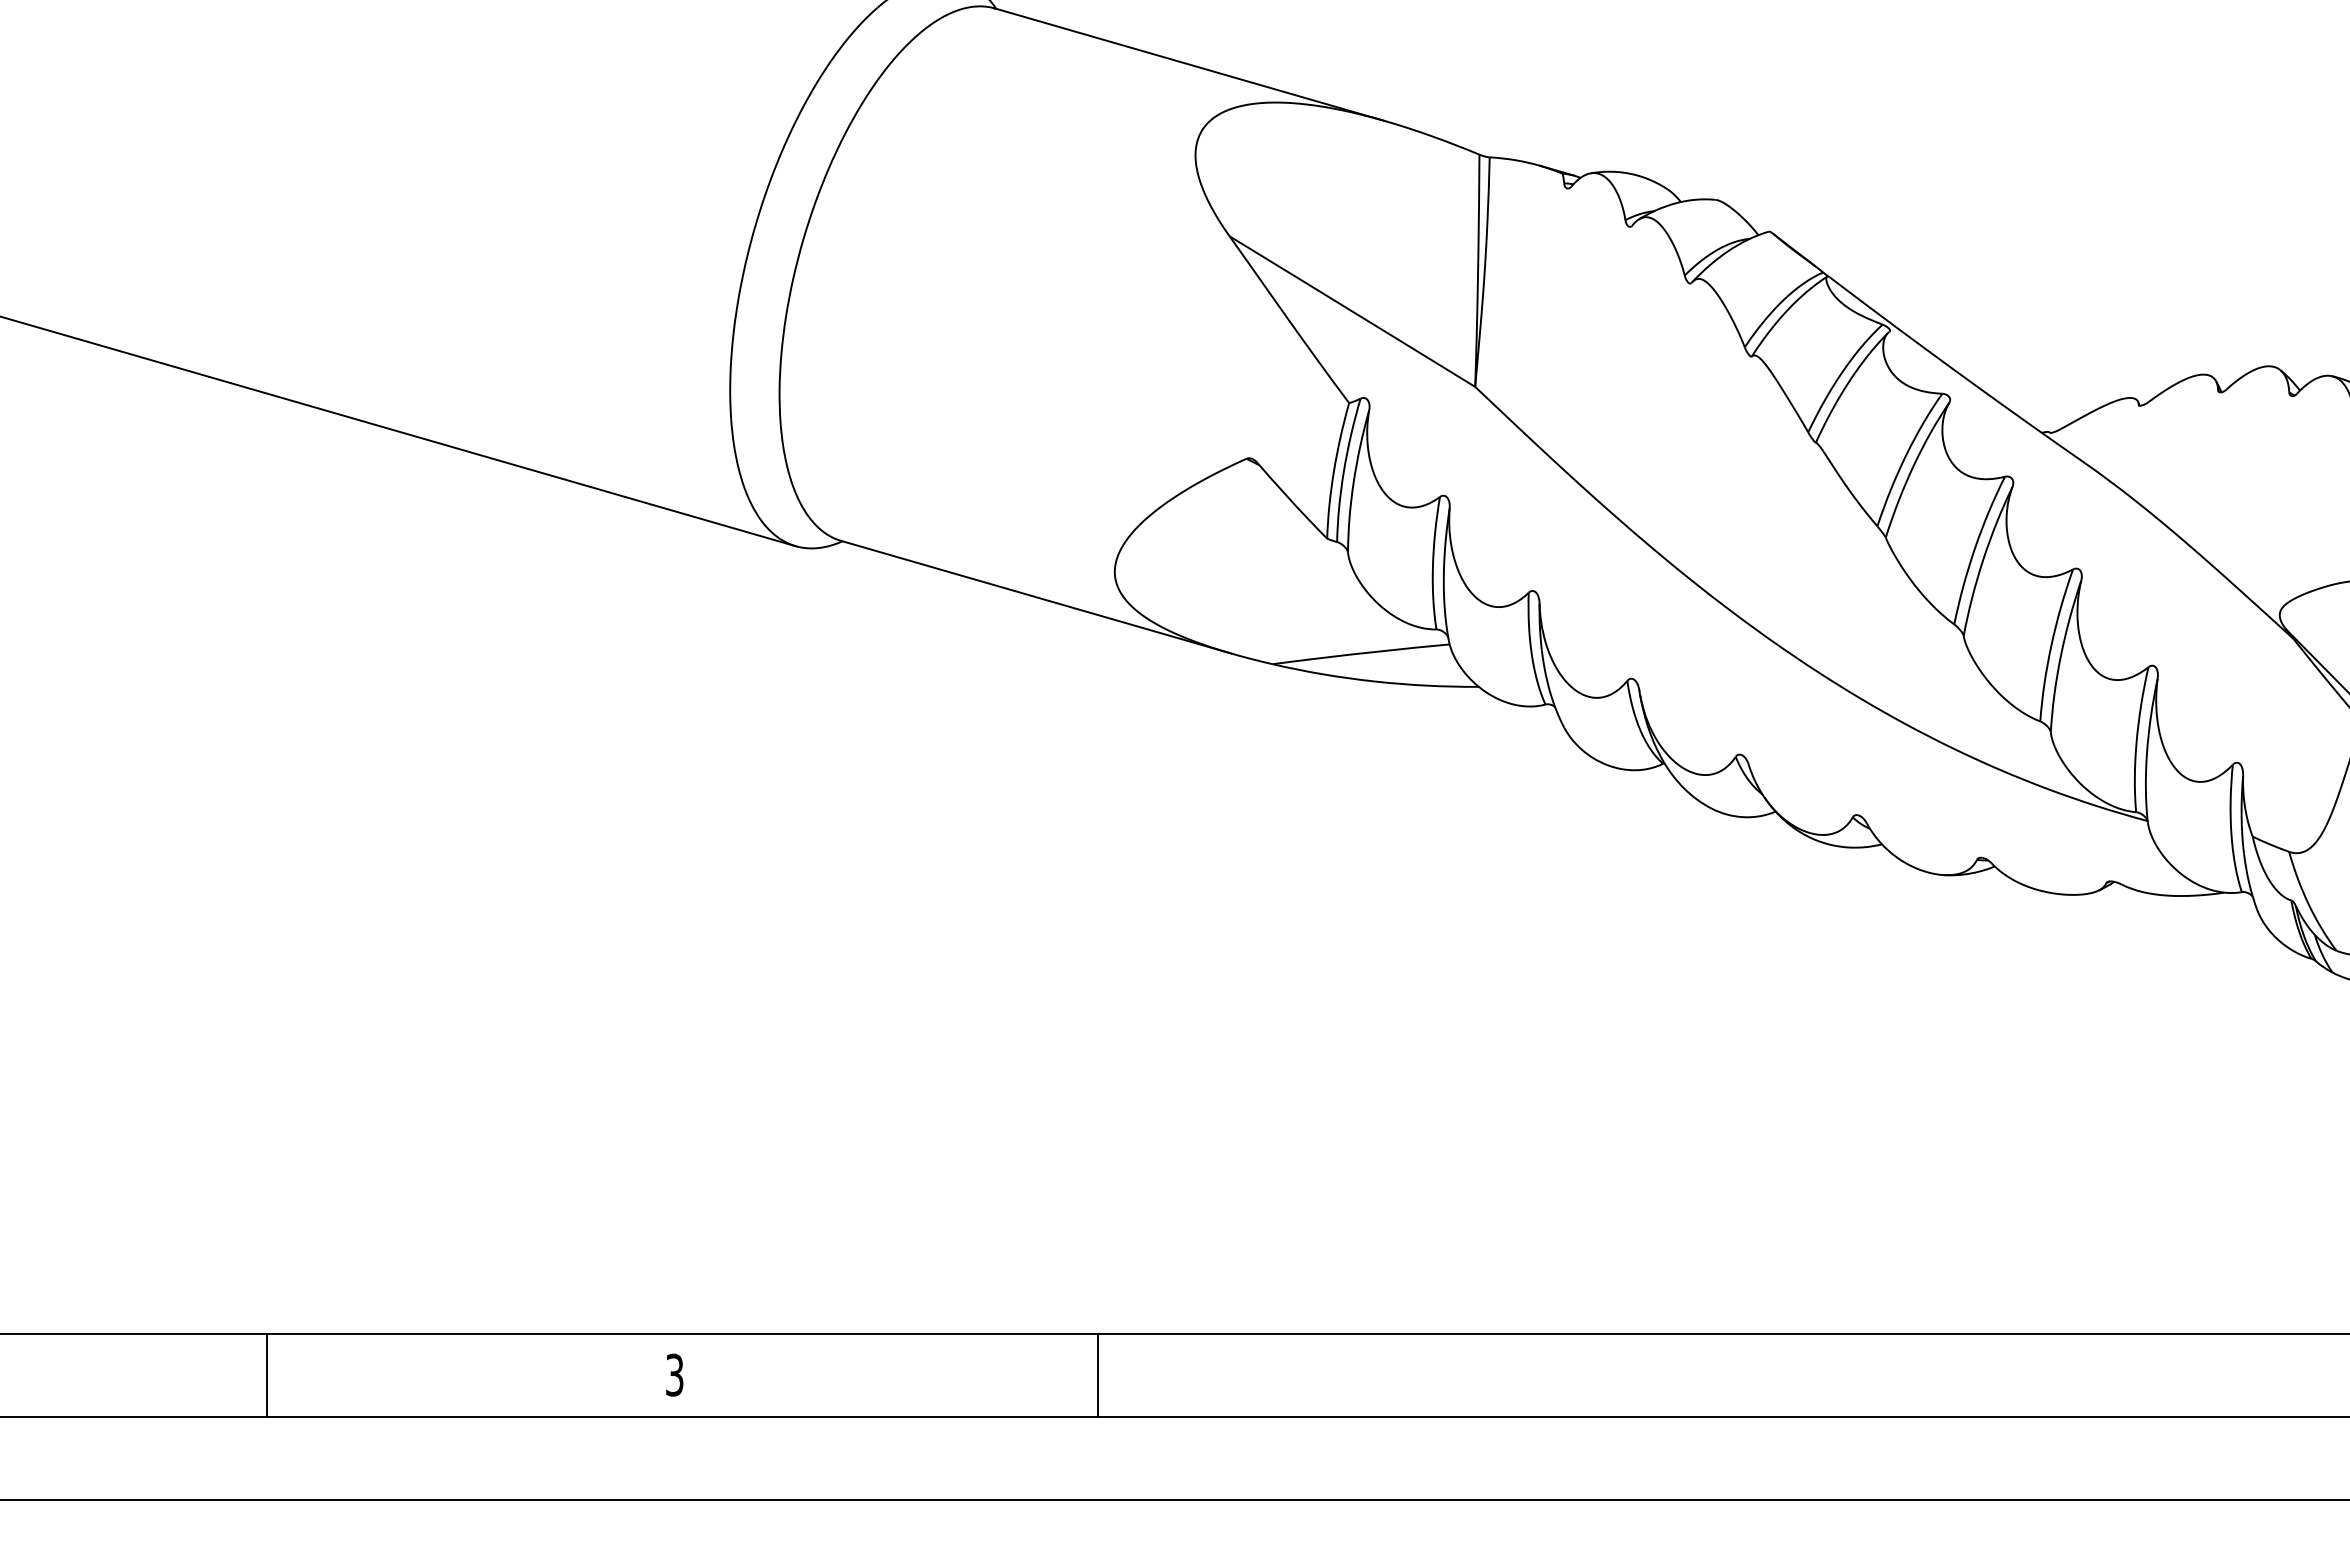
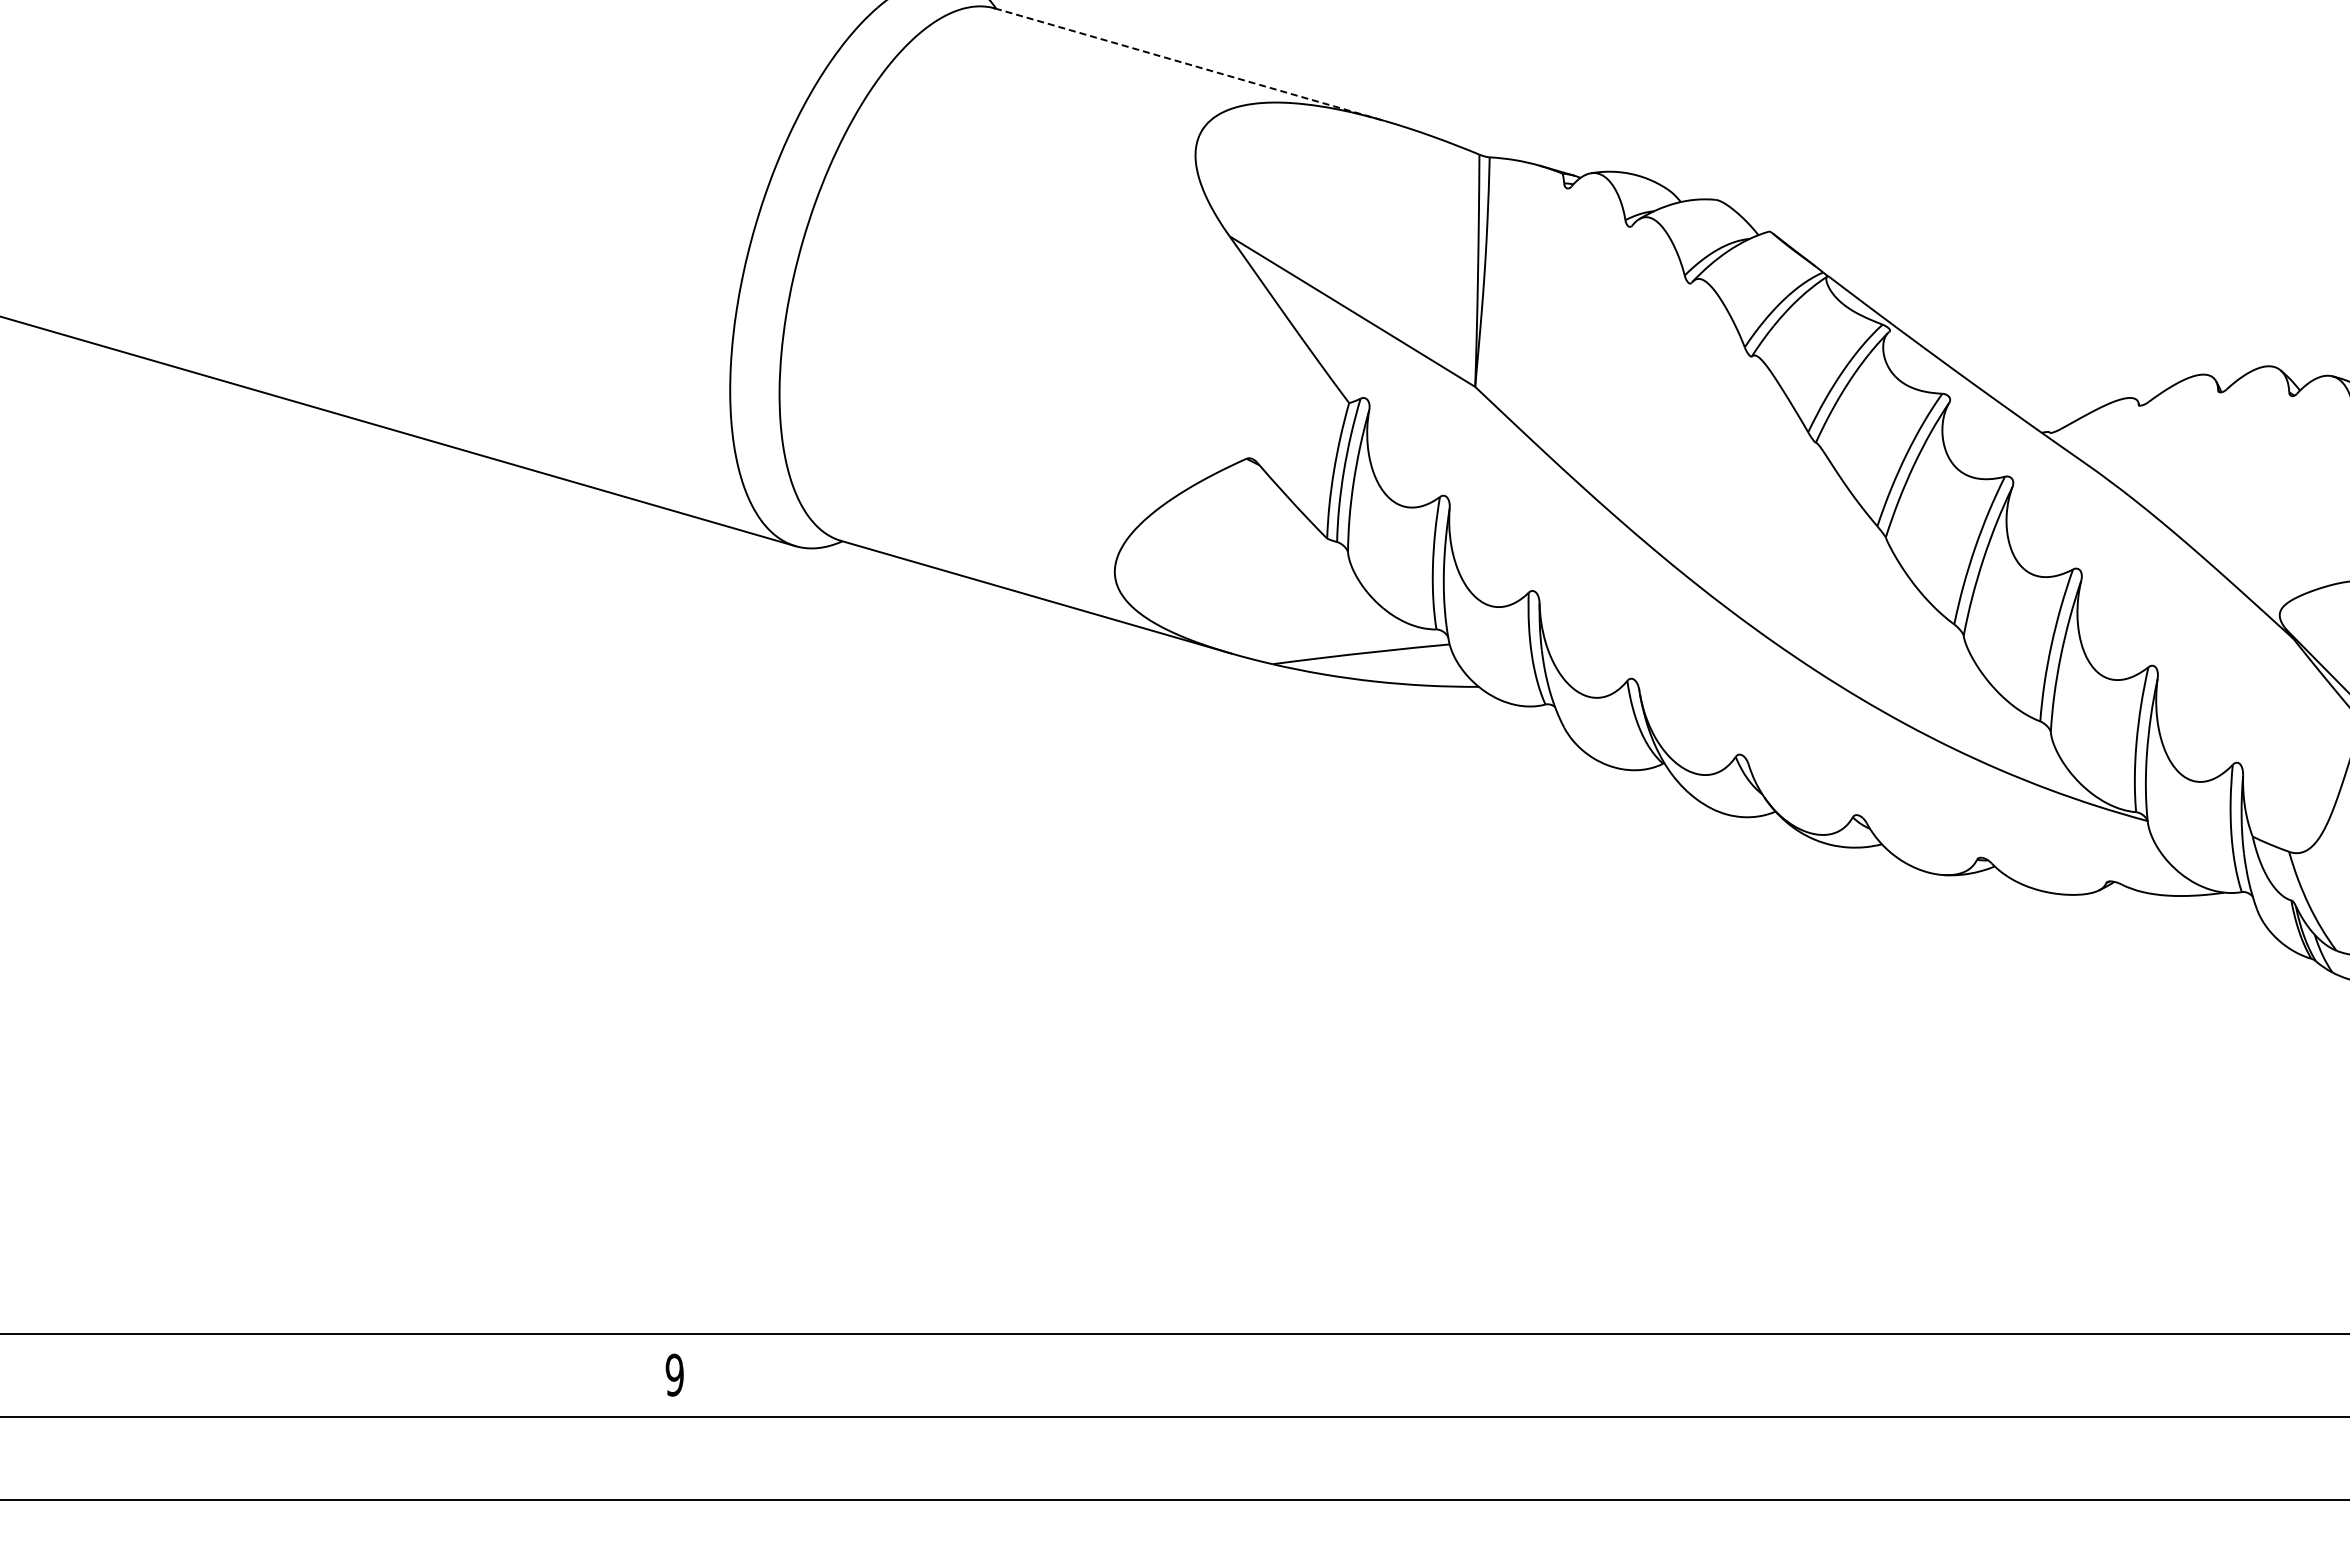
line at (1189, 64): solid -> dashed
line at (266, 1374): present -> none
text at (674, 1374): 3 -> 9
line at (1098, 1374): present -> none
